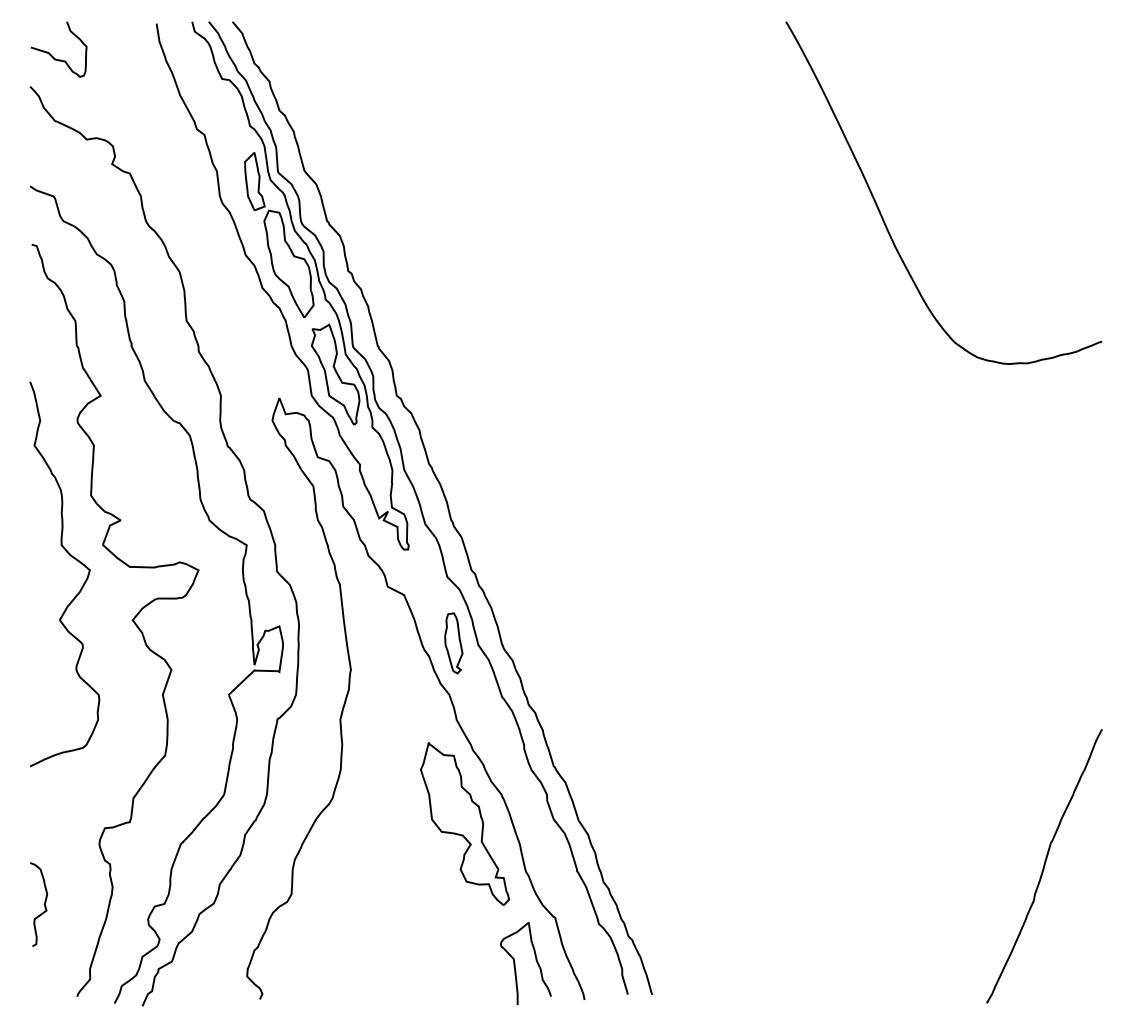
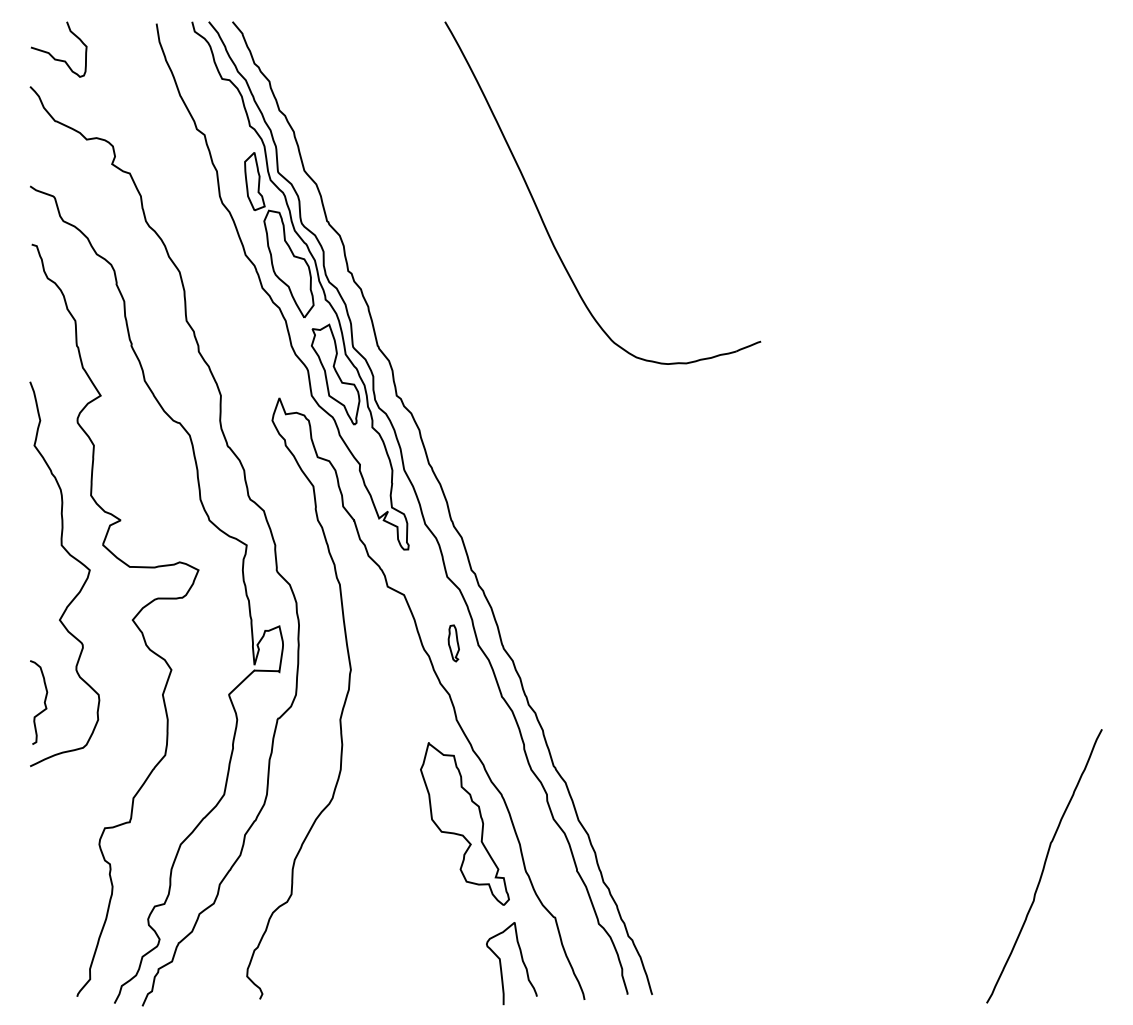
part at (883, 217) position: (883, 217) -> (542, 217)
part at (453, 643) size: 20x63 px -> 13x39 px
curve at (43, 904) position: (43, 904) -> (43, 702)
curve at (515, 963) position: (515, 963) -> (501, 963)
